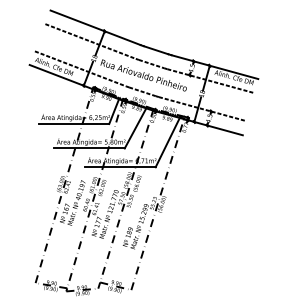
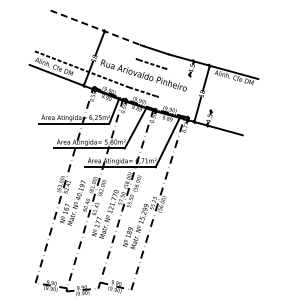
line at (96, 28): solid -> dashed
line at (90, 41): present -> none
line at (210, 81): present -> none
line at (202, 109): present -> none
